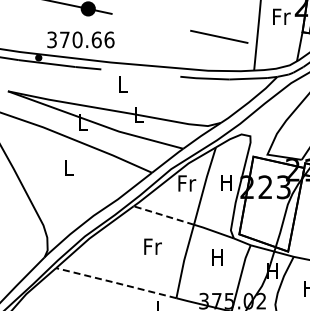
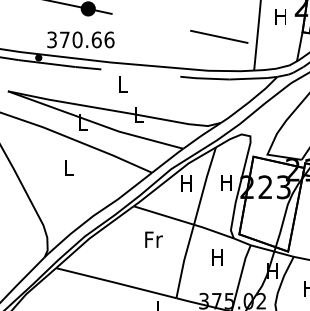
text at (281, 16): Fr -> H
text at (187, 183): Fr -> H
line at (163, 215): dashed -> solid
text at (152, 246) position: (152, 246) -> (153, 239)
line at (115, 282): dashed -> solid
